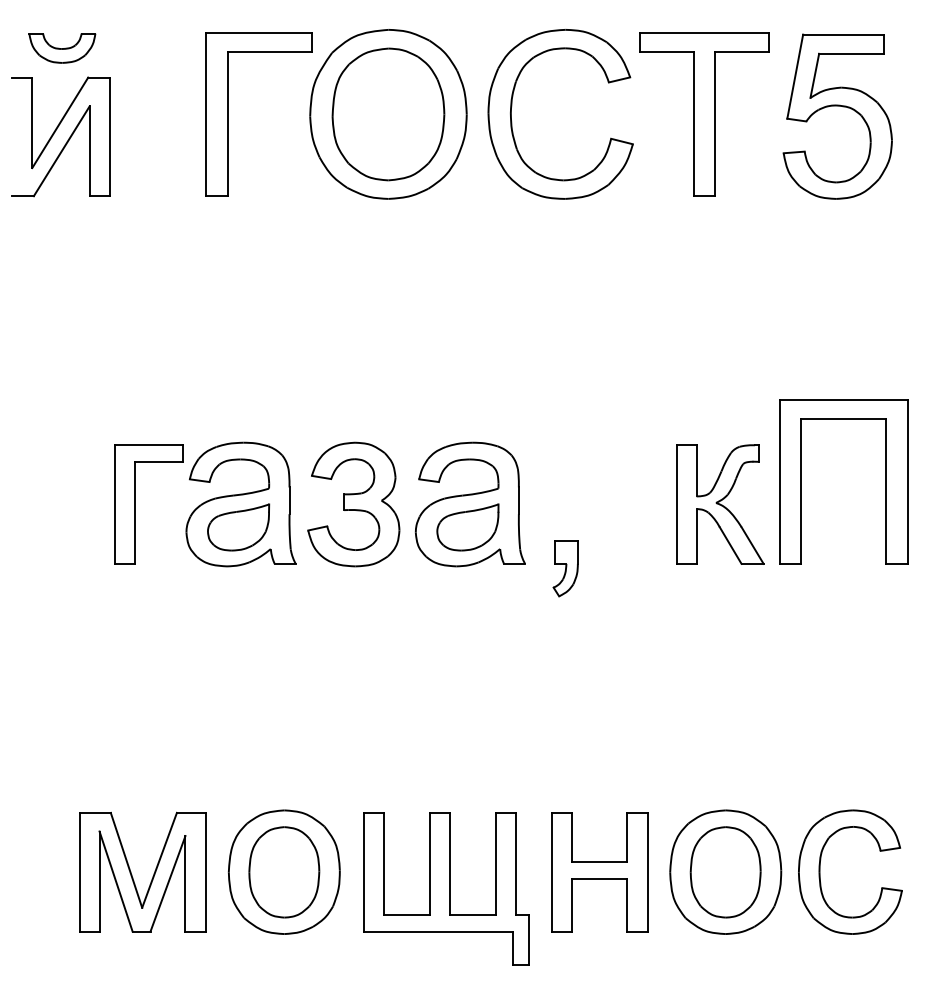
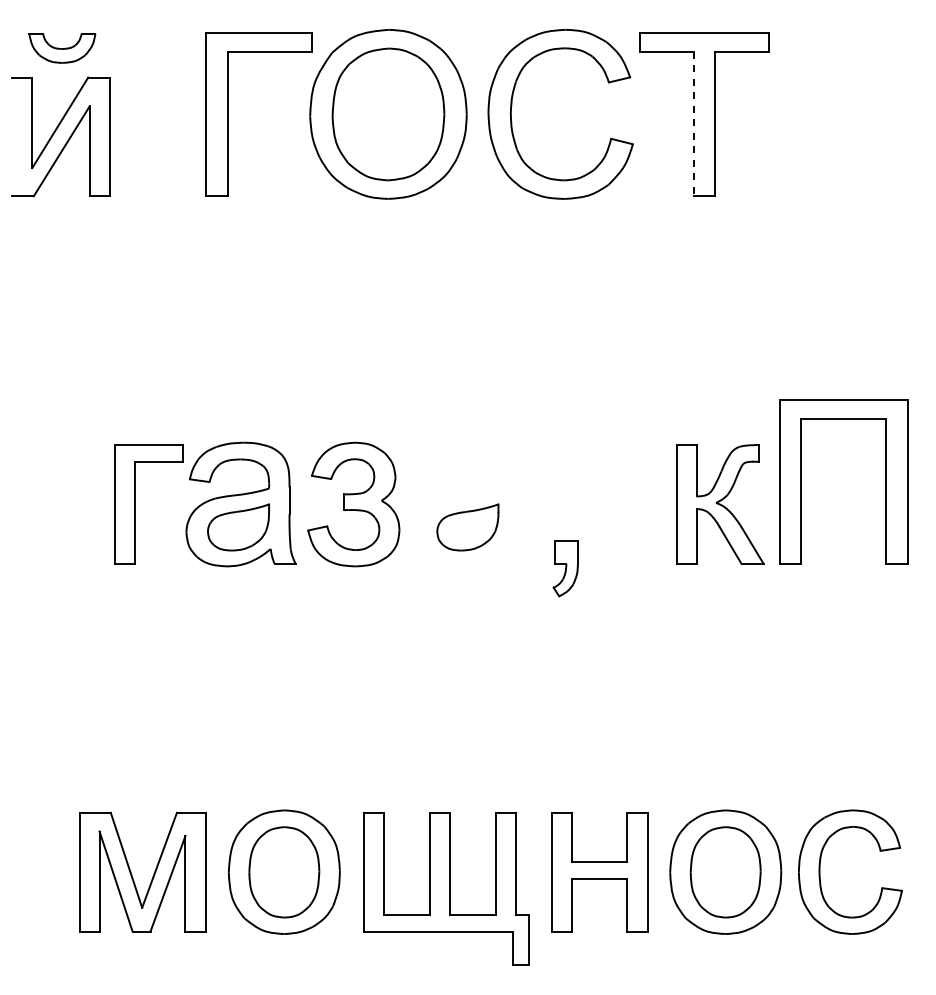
part at (837, 106): present -> none
line at (693, 124): solid -> dashed
part at (469, 504): present -> none
